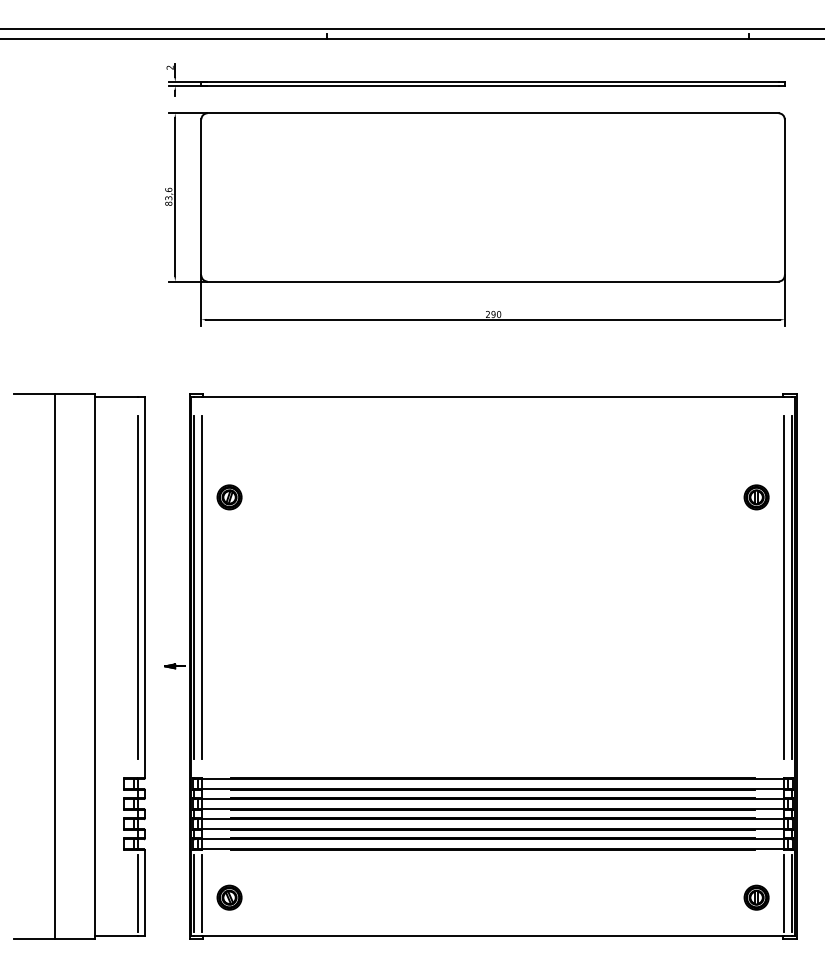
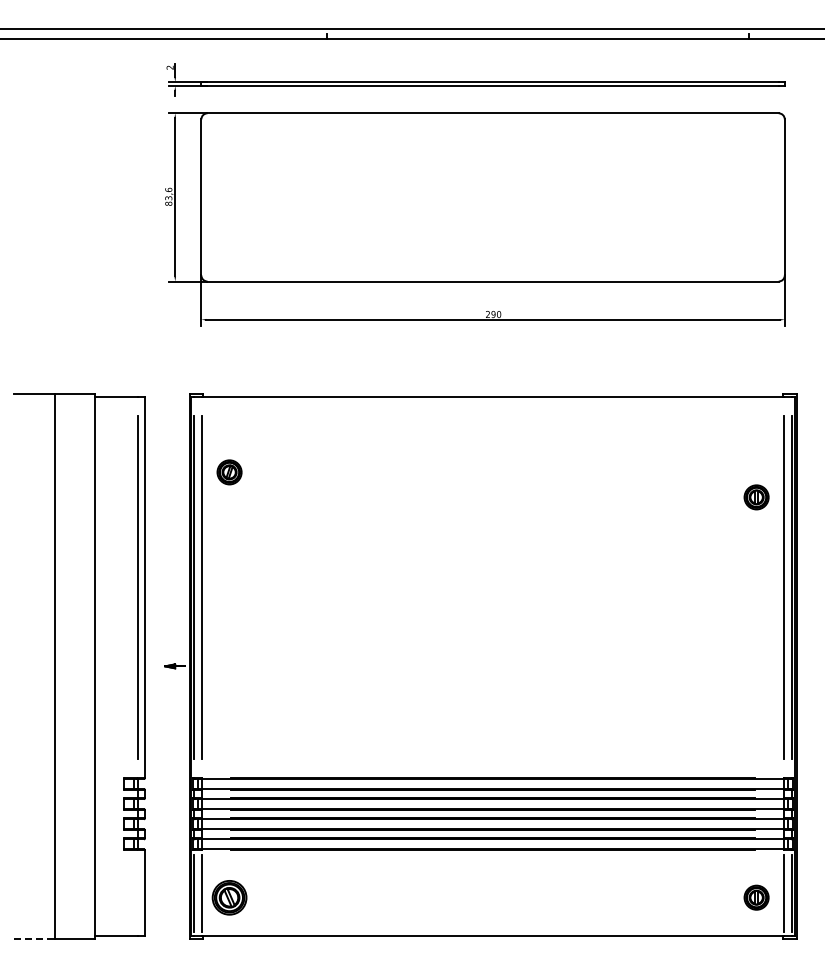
part at (229, 497) position: (229, 497) -> (229, 472)
line at (137, 892): present -> none
part at (229, 897) size: 27x27 px -> 37x36 px
line at (35, 938): solid -> dashed
